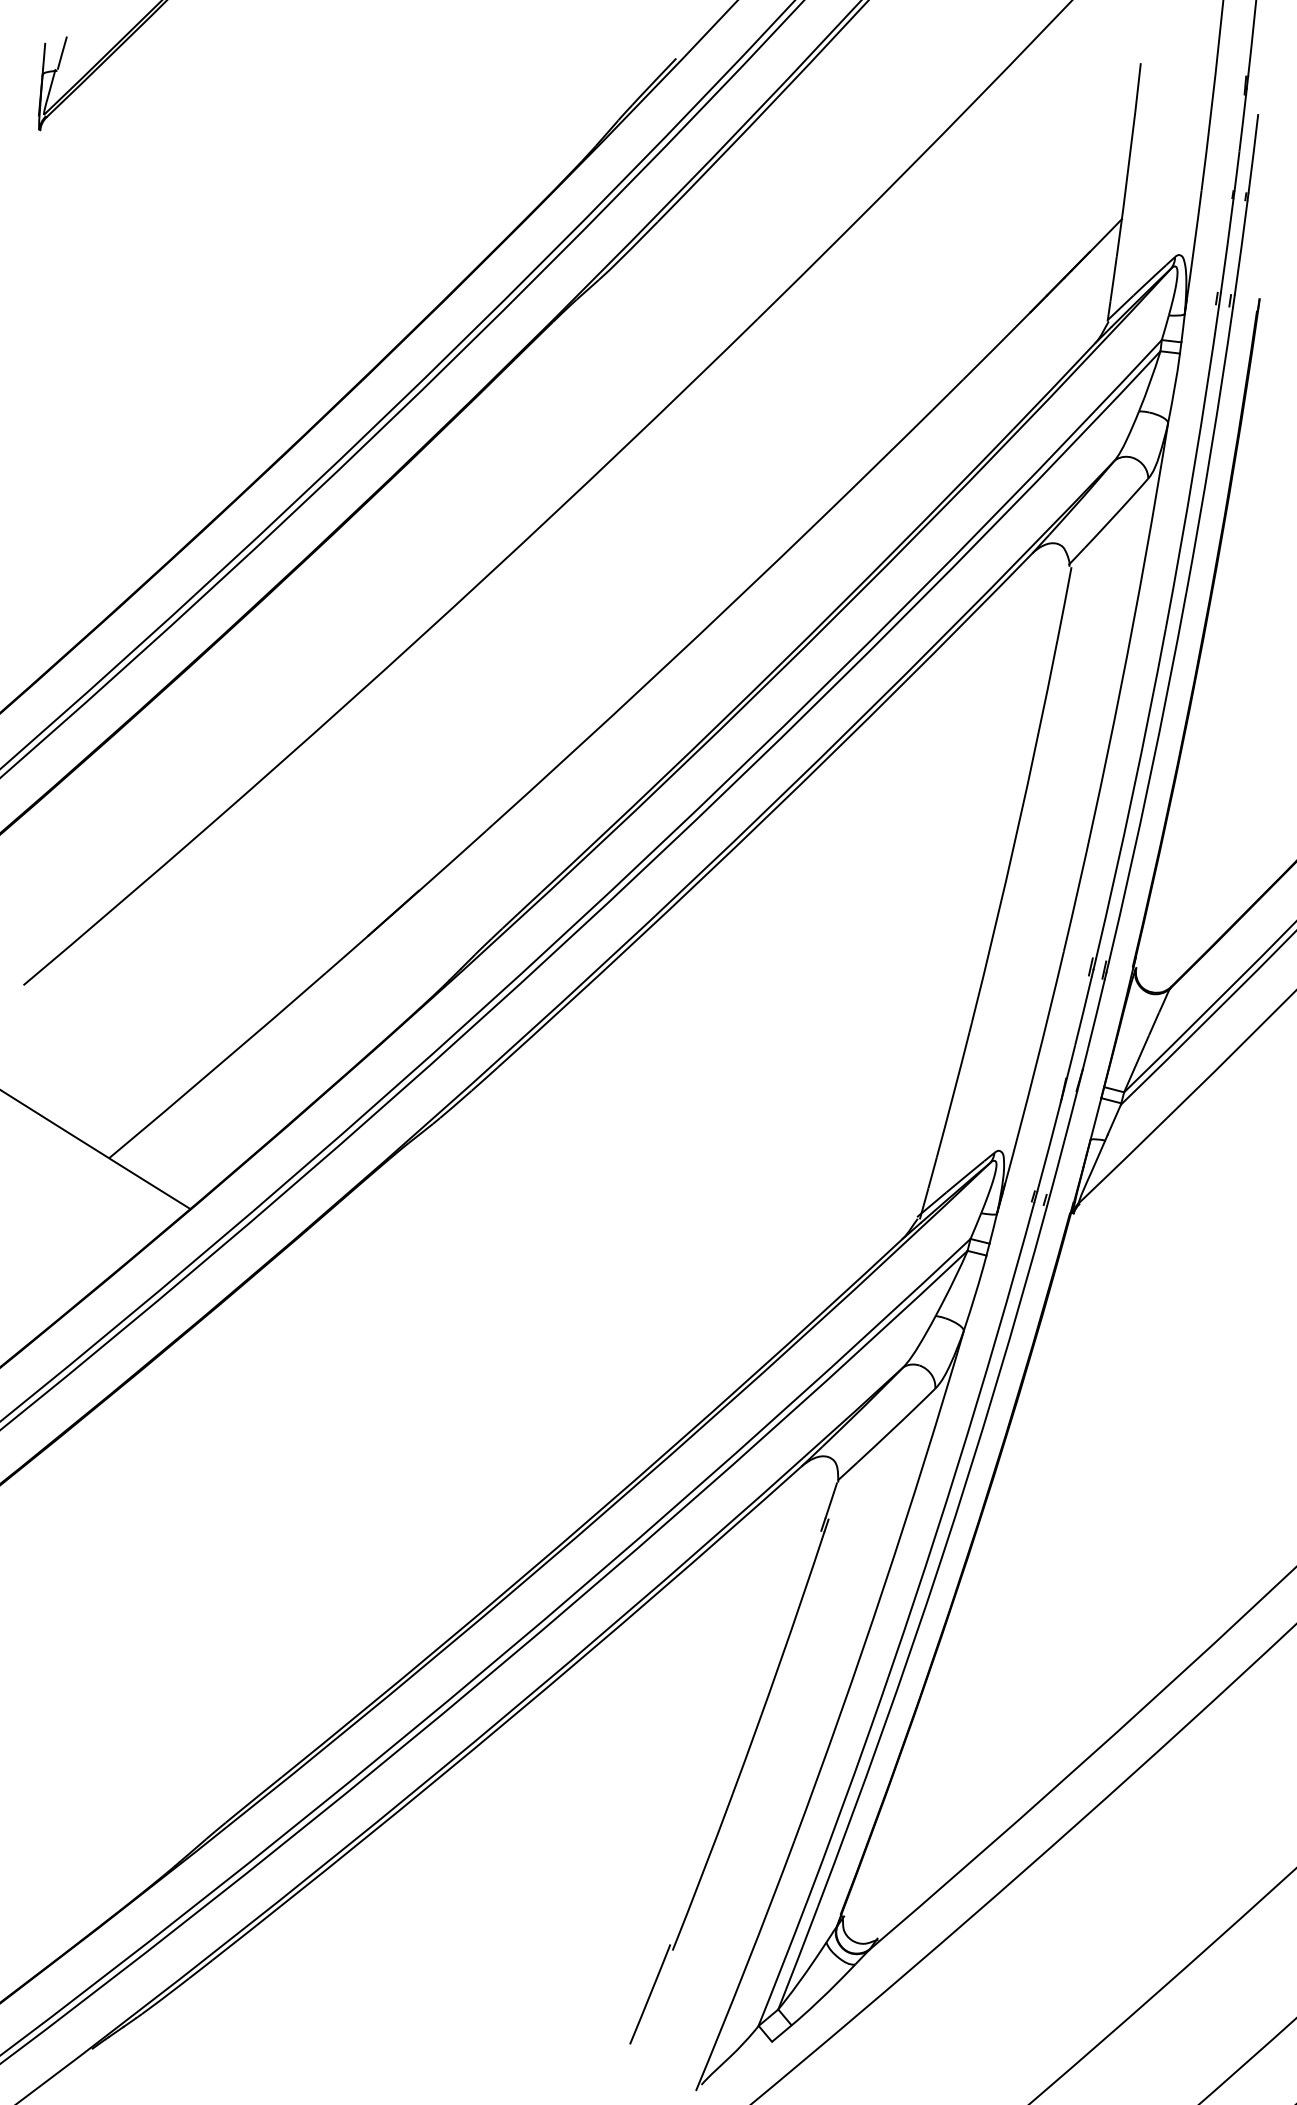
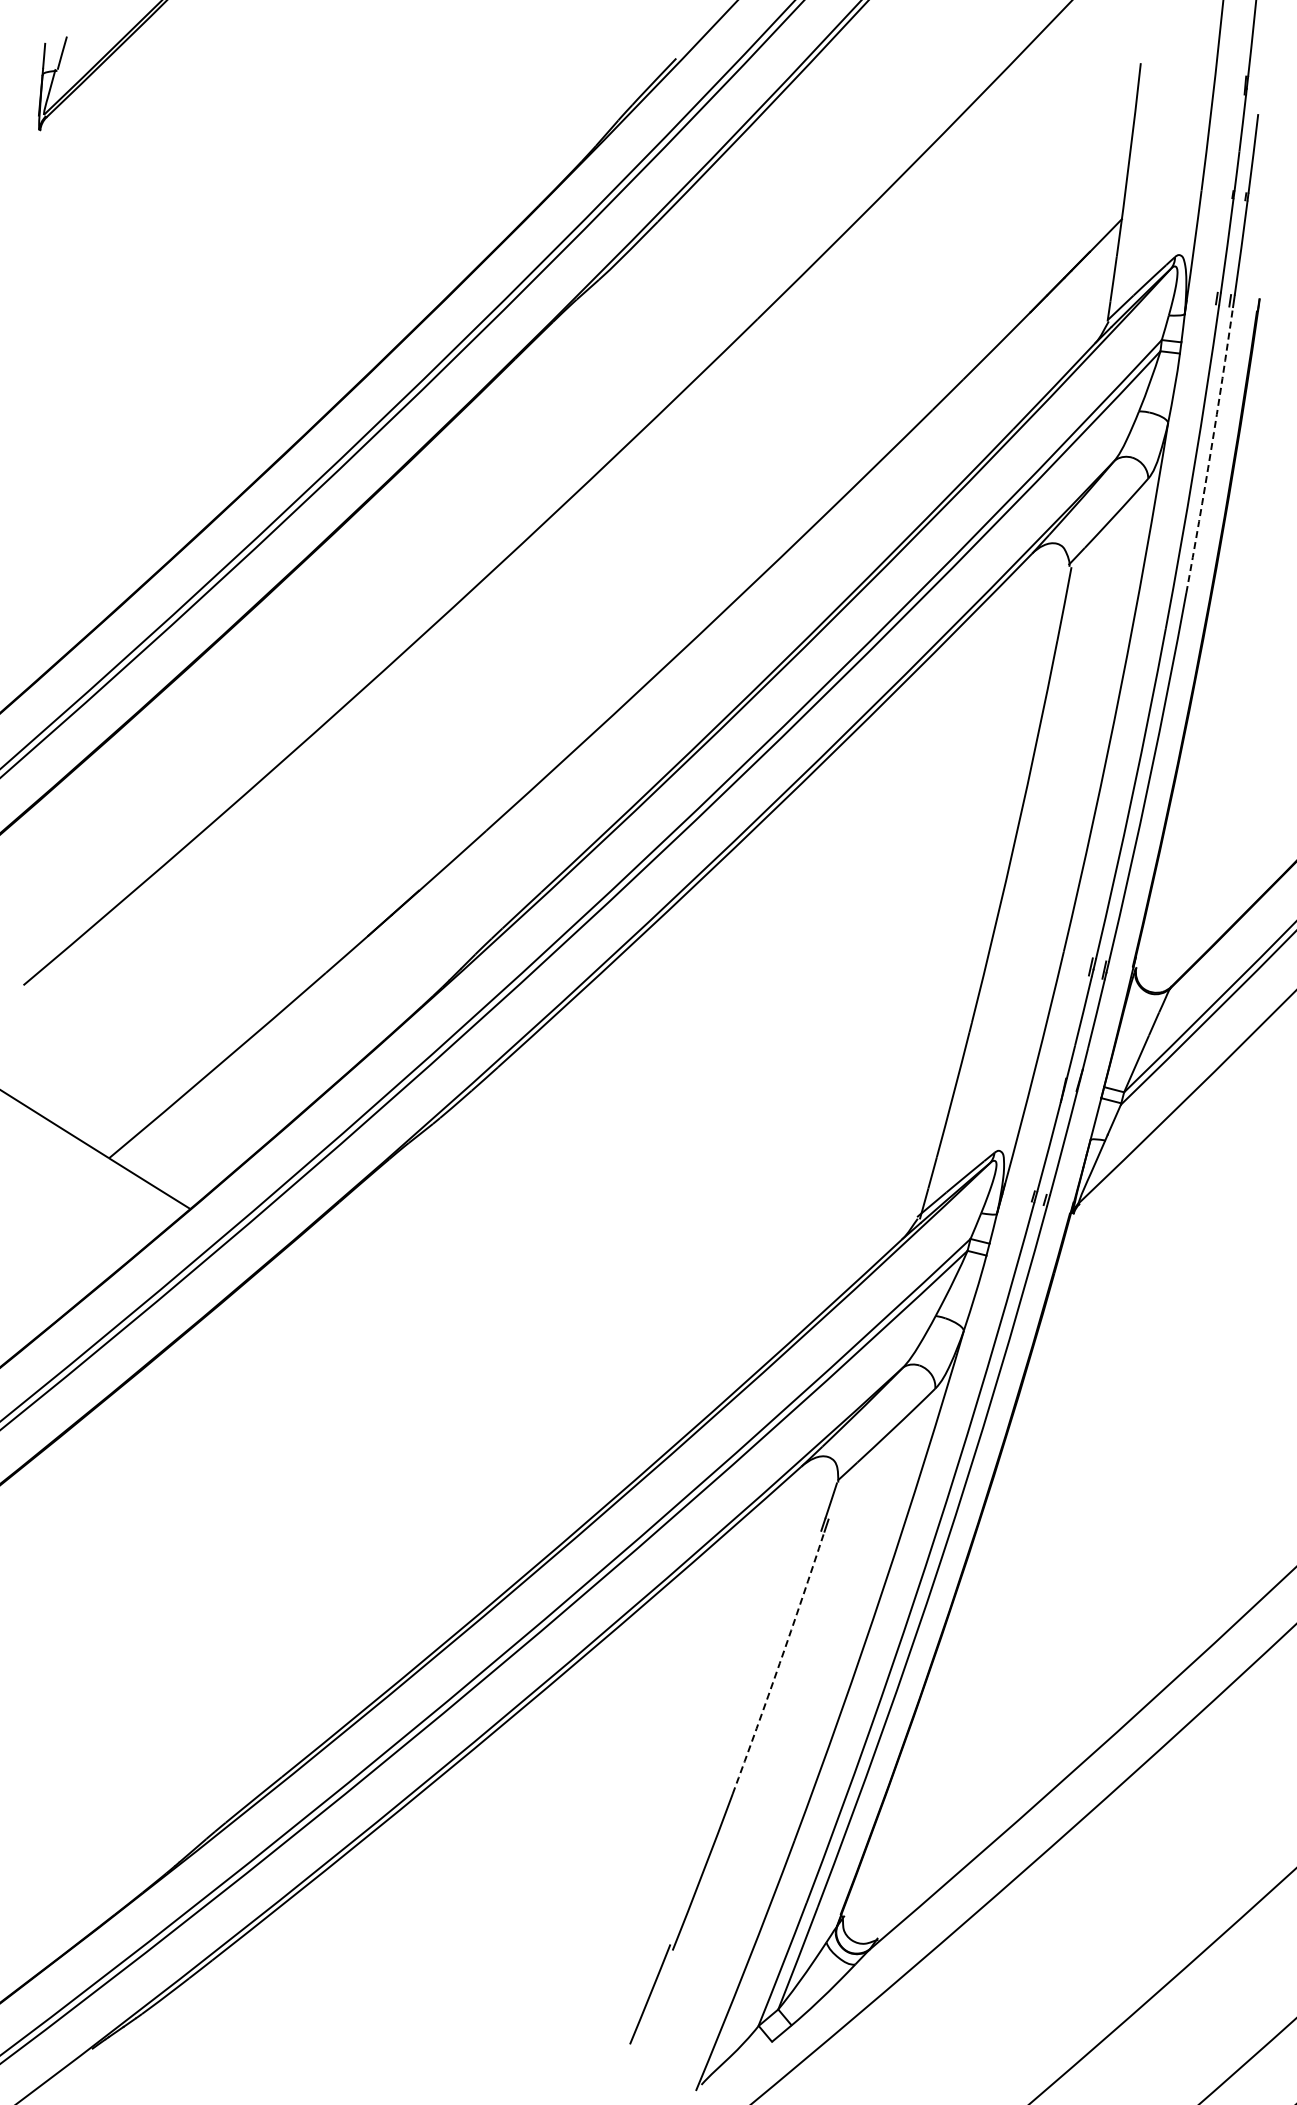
arc at (1211, 450): solid -> dashed
arc at (779, 1663): solid -> dashed
